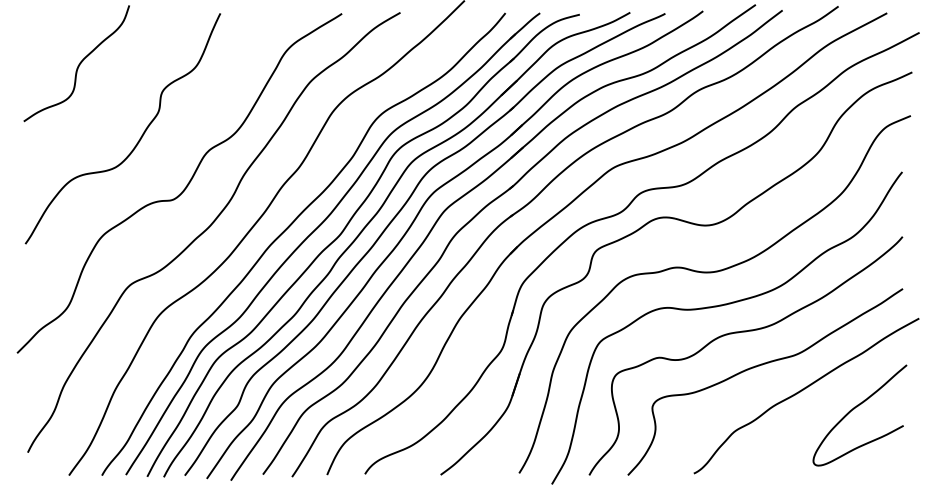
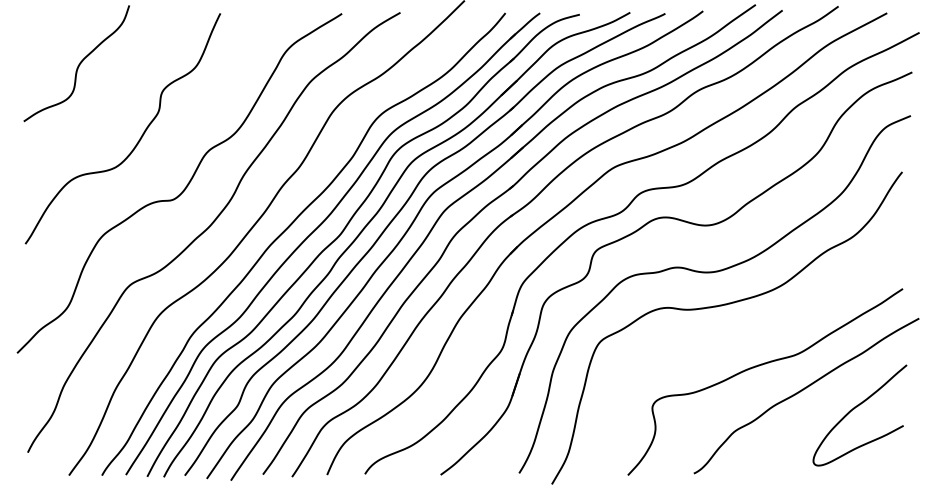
curve at (745, 332): present -> none
